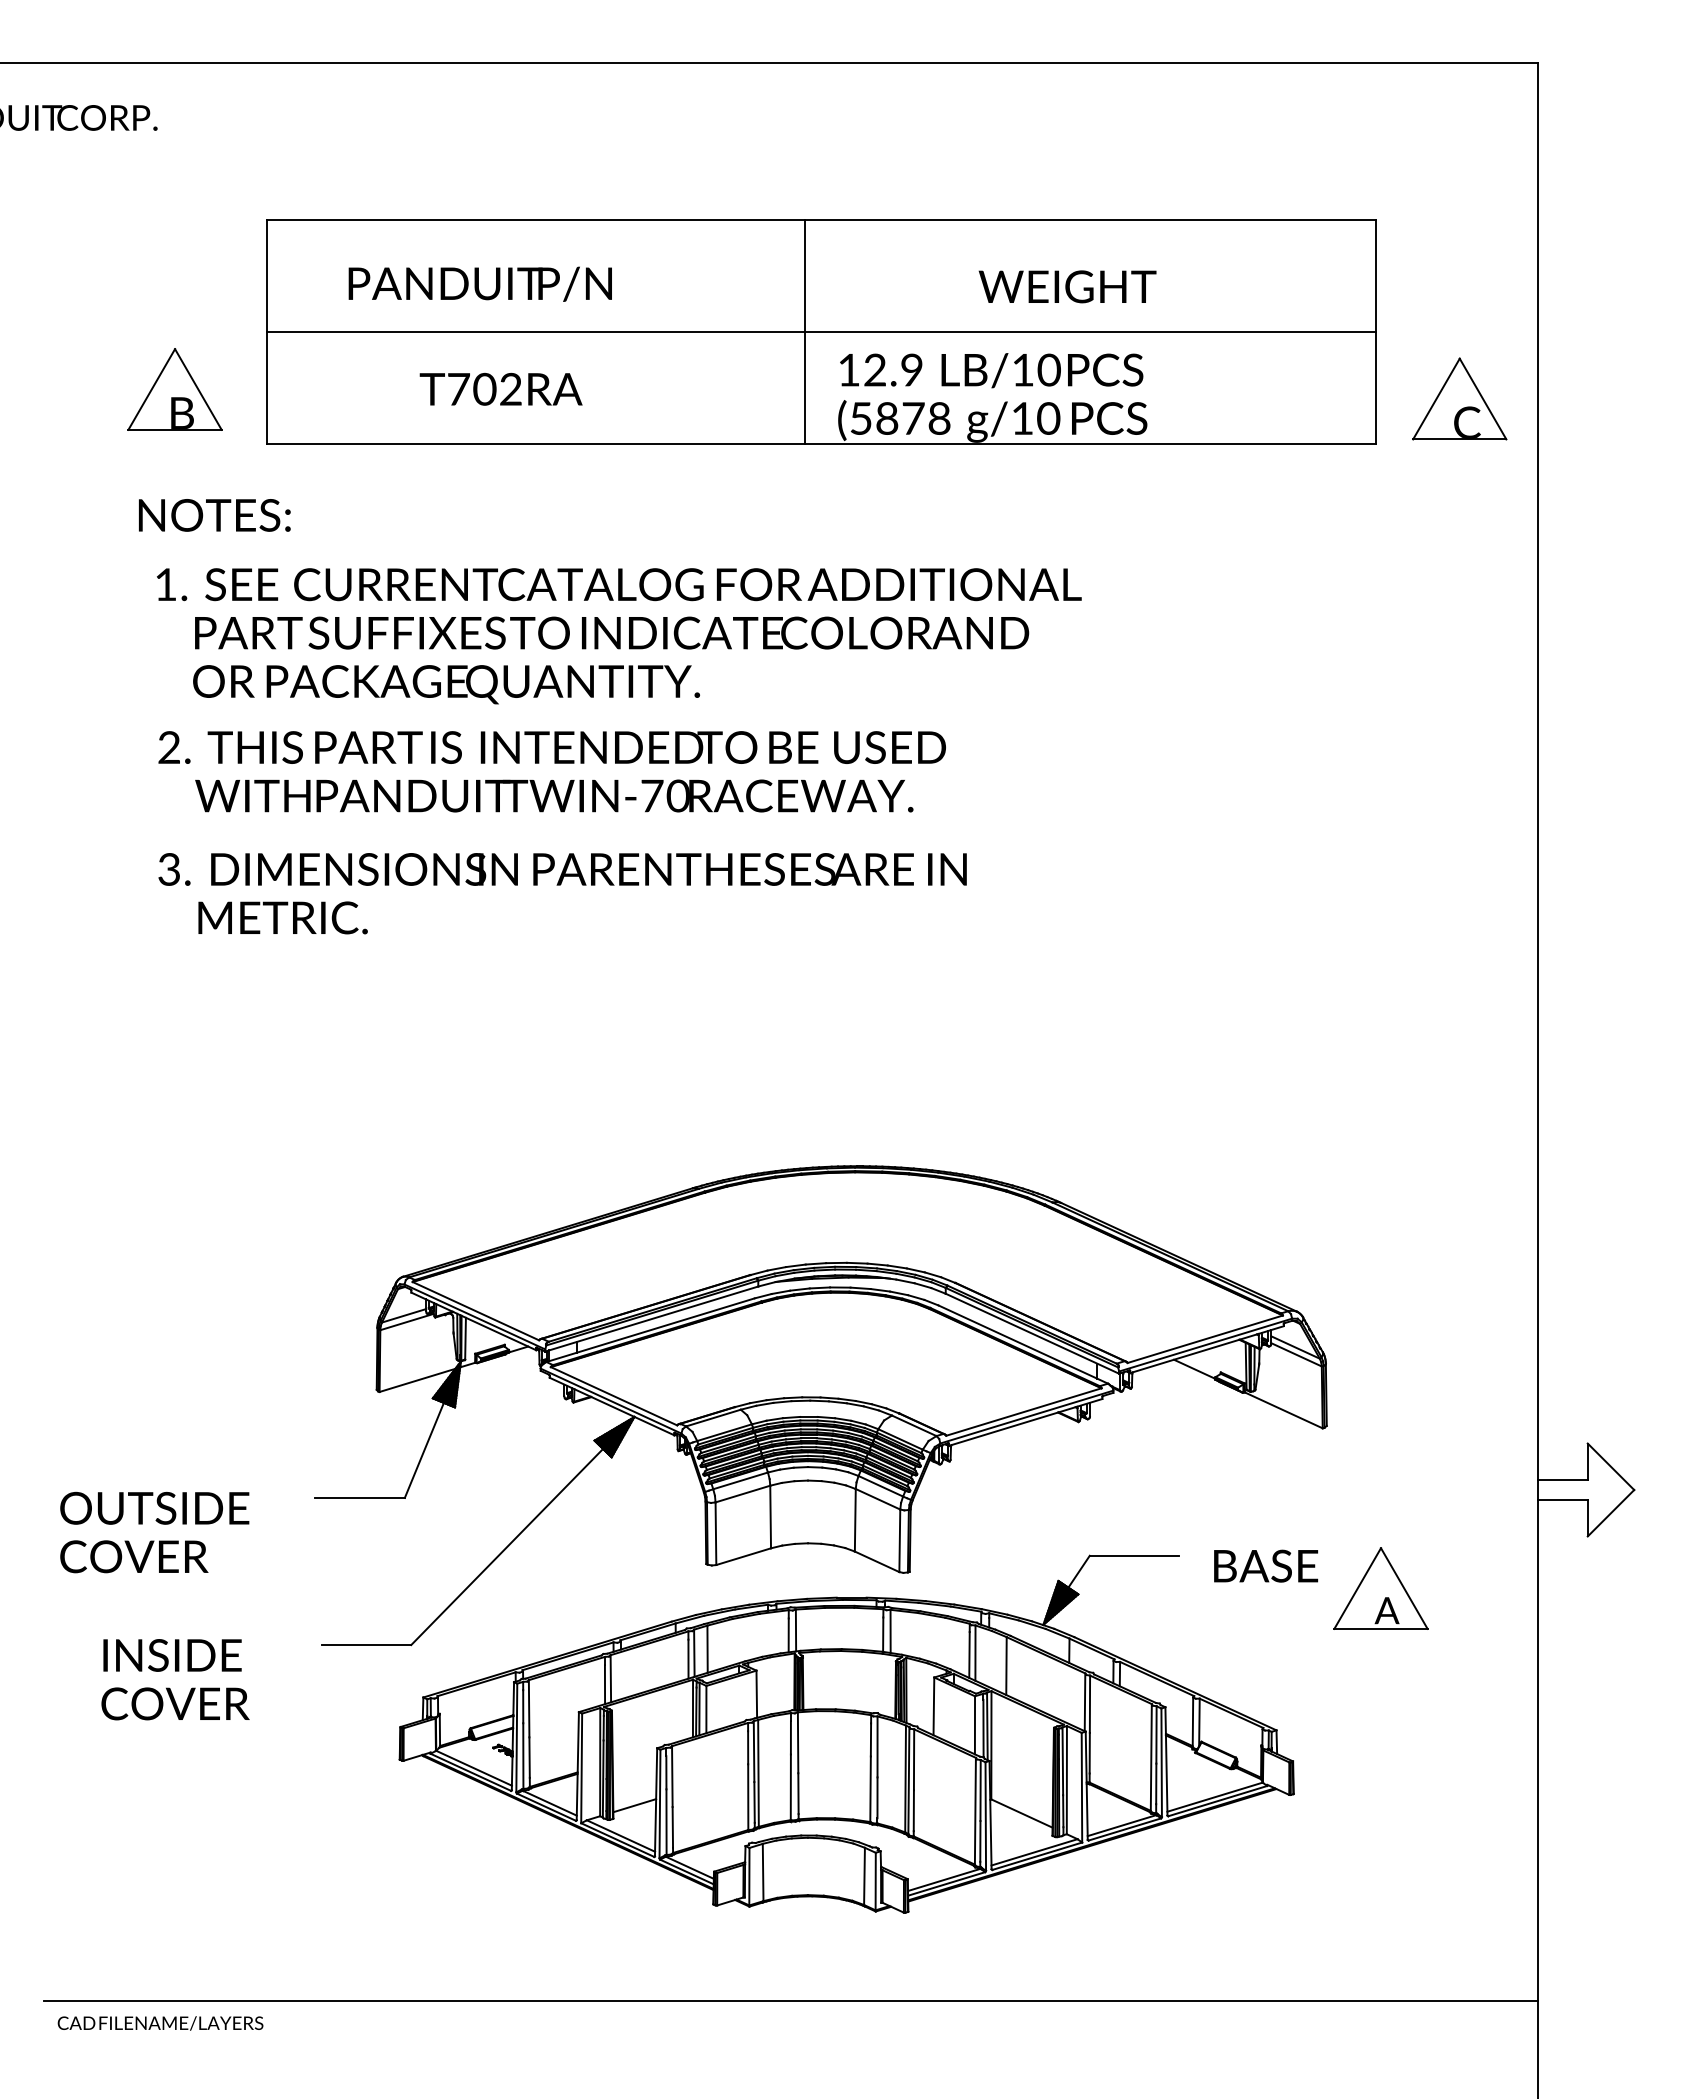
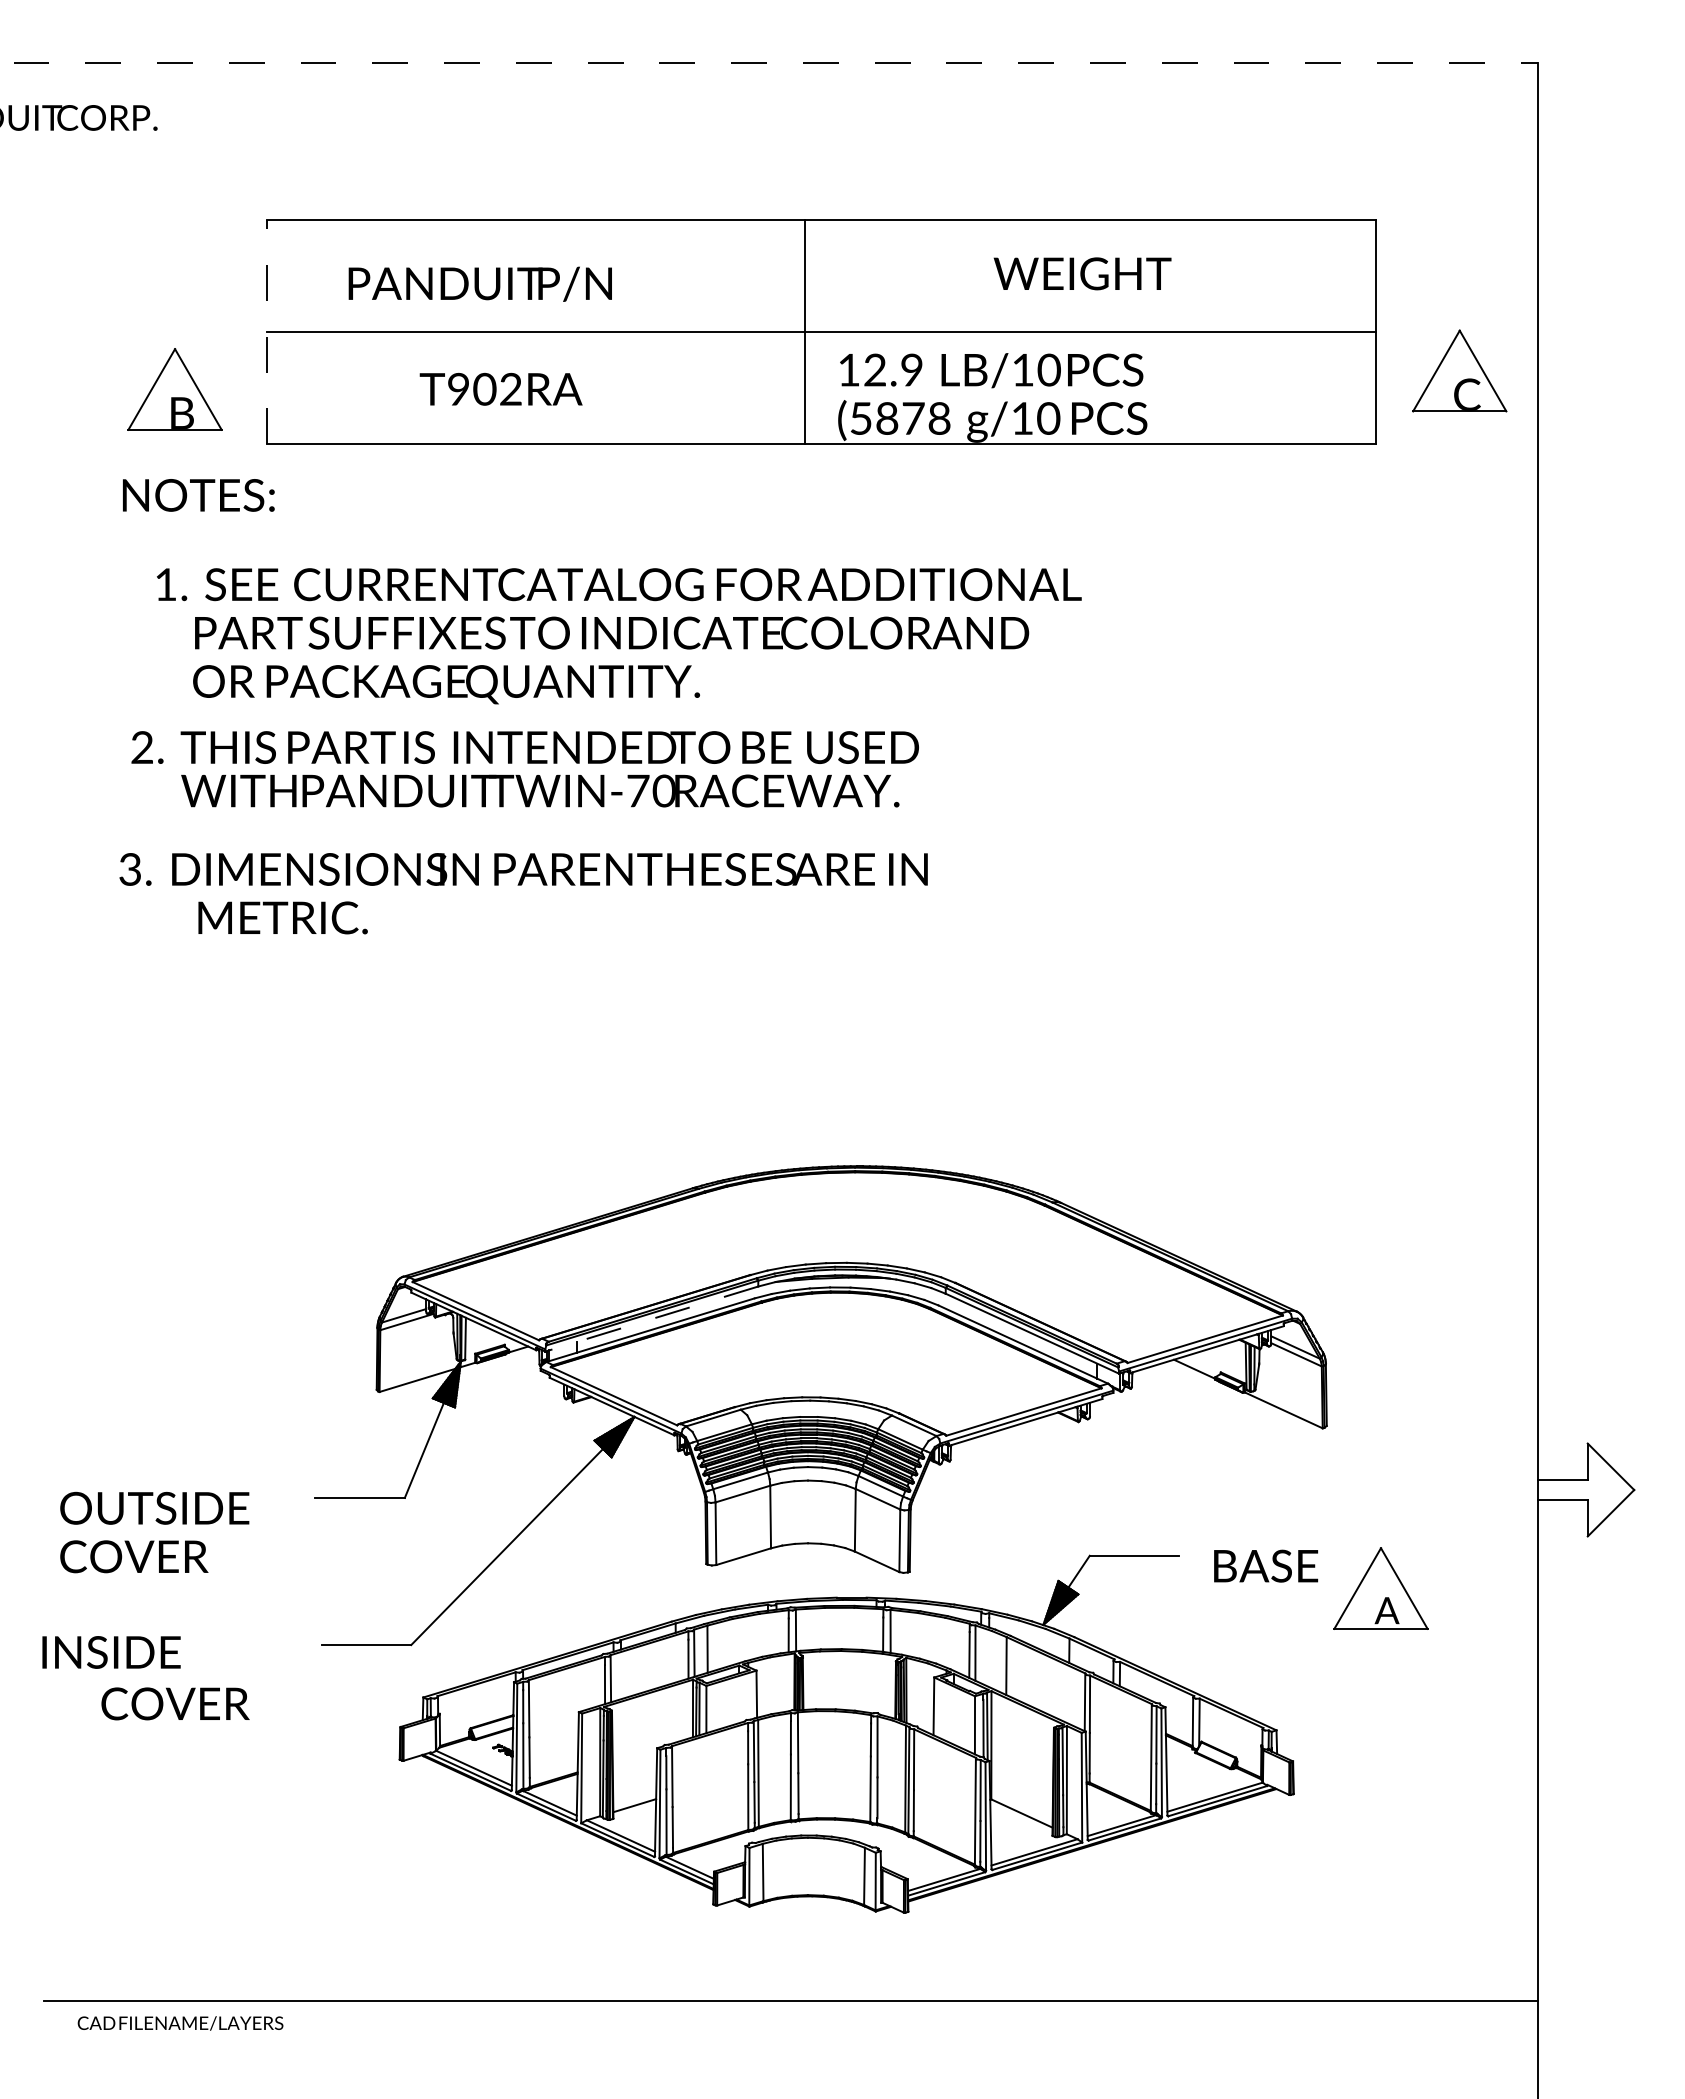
line at (769, 62): solid -> dashed
text at (1067, 286) position: (1067, 286) -> (1082, 273)
line at (266, 331): solid -> dashed
text at (458, 388): T702RA -> T902RA
part at (1459, 398) position: (1459, 398) -> (1459, 370)
text at (214, 515) position: (214, 515) -> (198, 495)
text at (551, 747) position: (551, 747) -> (524, 747)
text at (554, 795) position: (554, 795) -> (540, 790)
text at (562, 869) position: (562, 869) -> (523, 869)
line at (651, 1319): solid -> dashed
text at (172, 1655) position: (172, 1655) -> (111, 1652)
text at (160, 2023) position: (160, 2023) -> (180, 2023)
